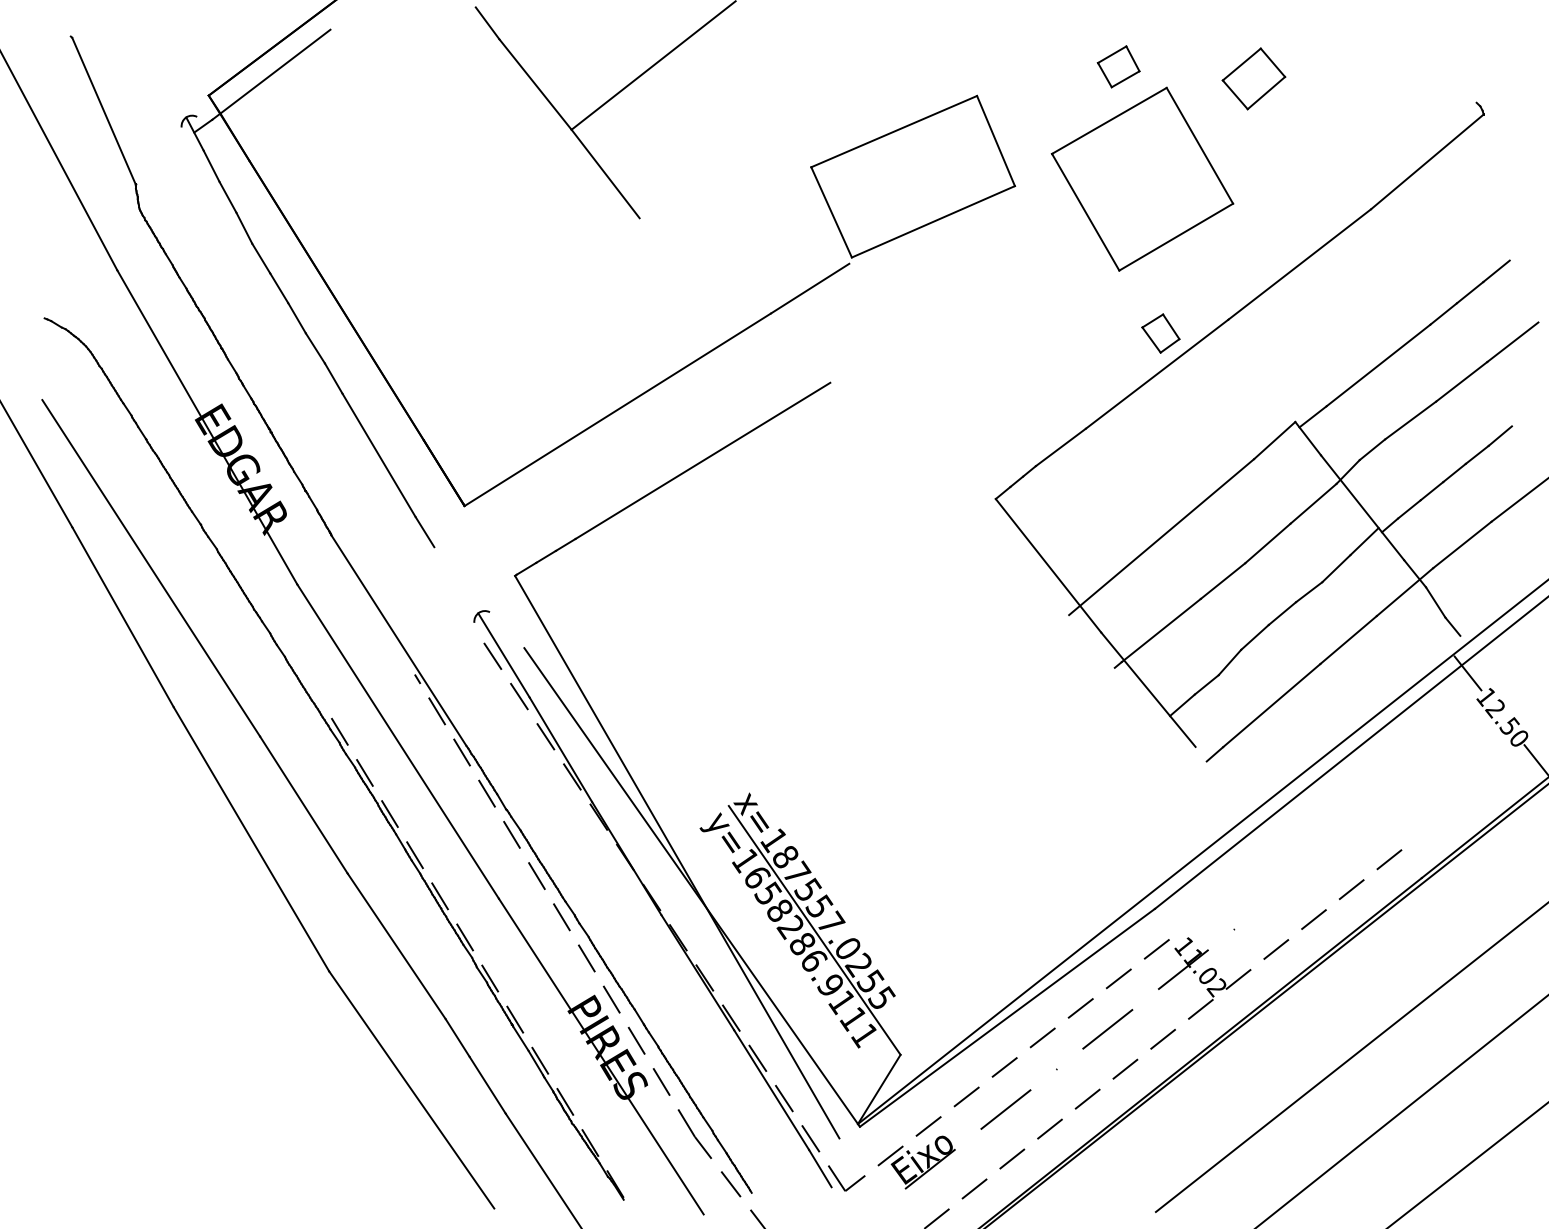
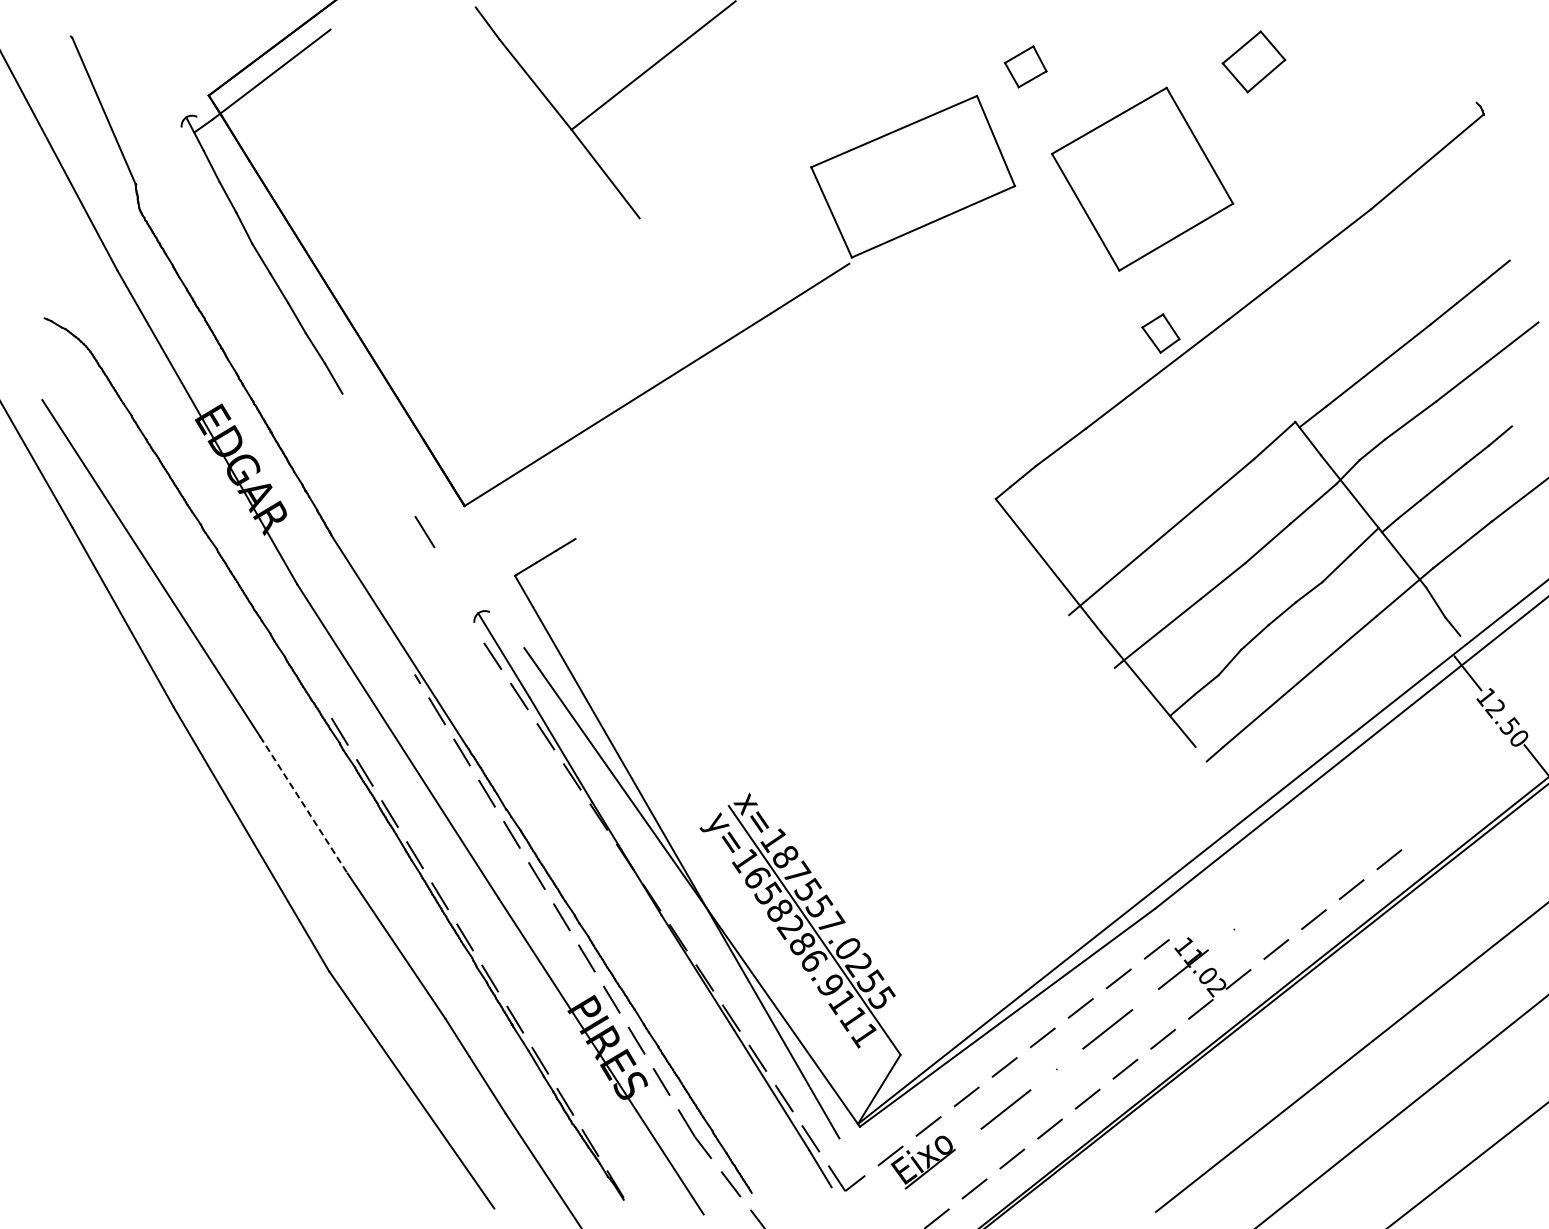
part at (1118, 66) position: (1118, 66) -> (1025, 66)
part at (1253, 78) position: (1253, 78) -> (1253, 61)
line at (378, 455): present -> none
line at (702, 460): present -> none
line at (304, 805): solid -> dashed
